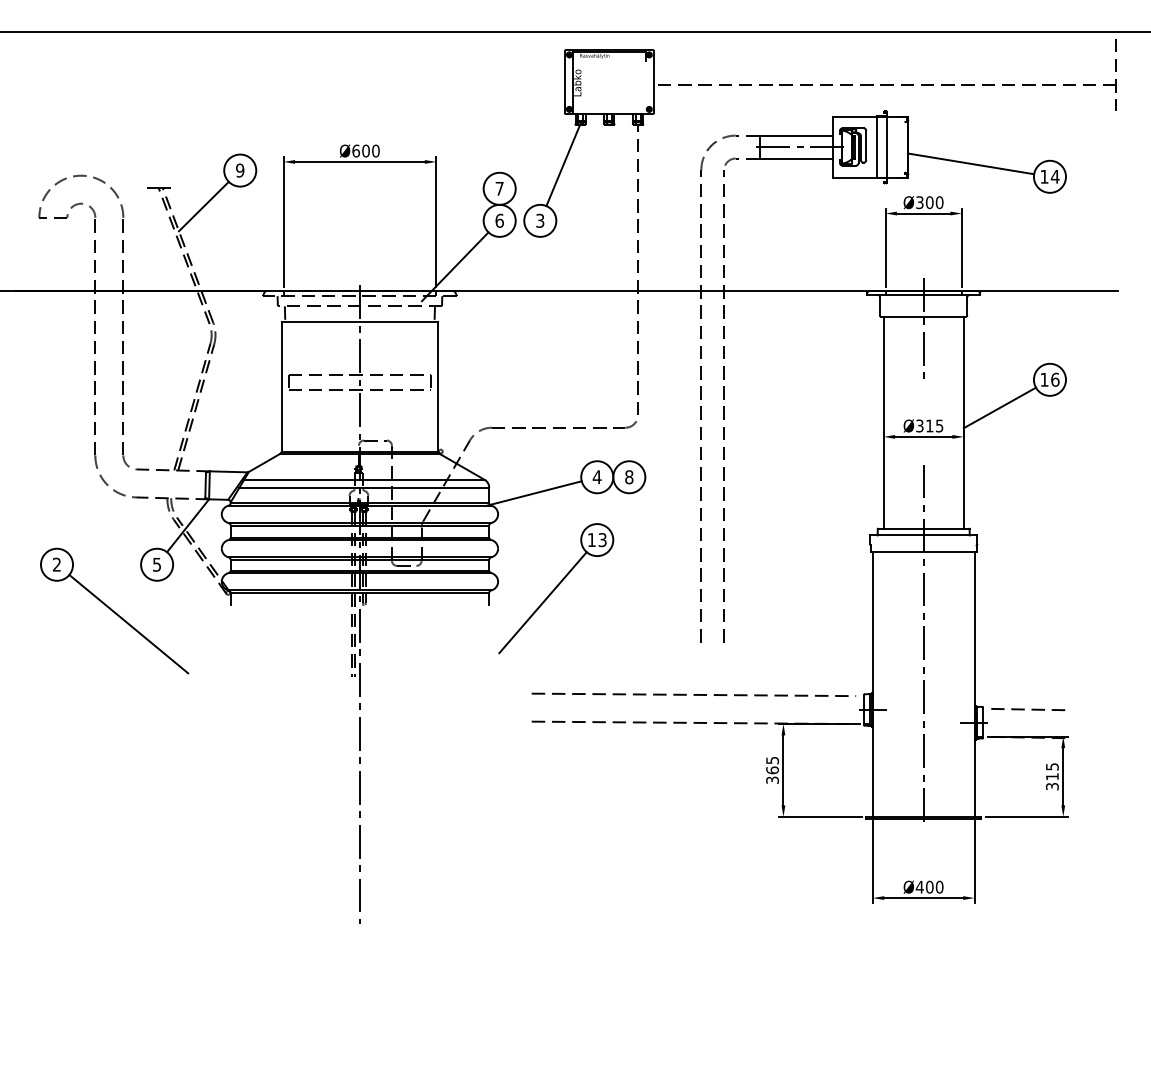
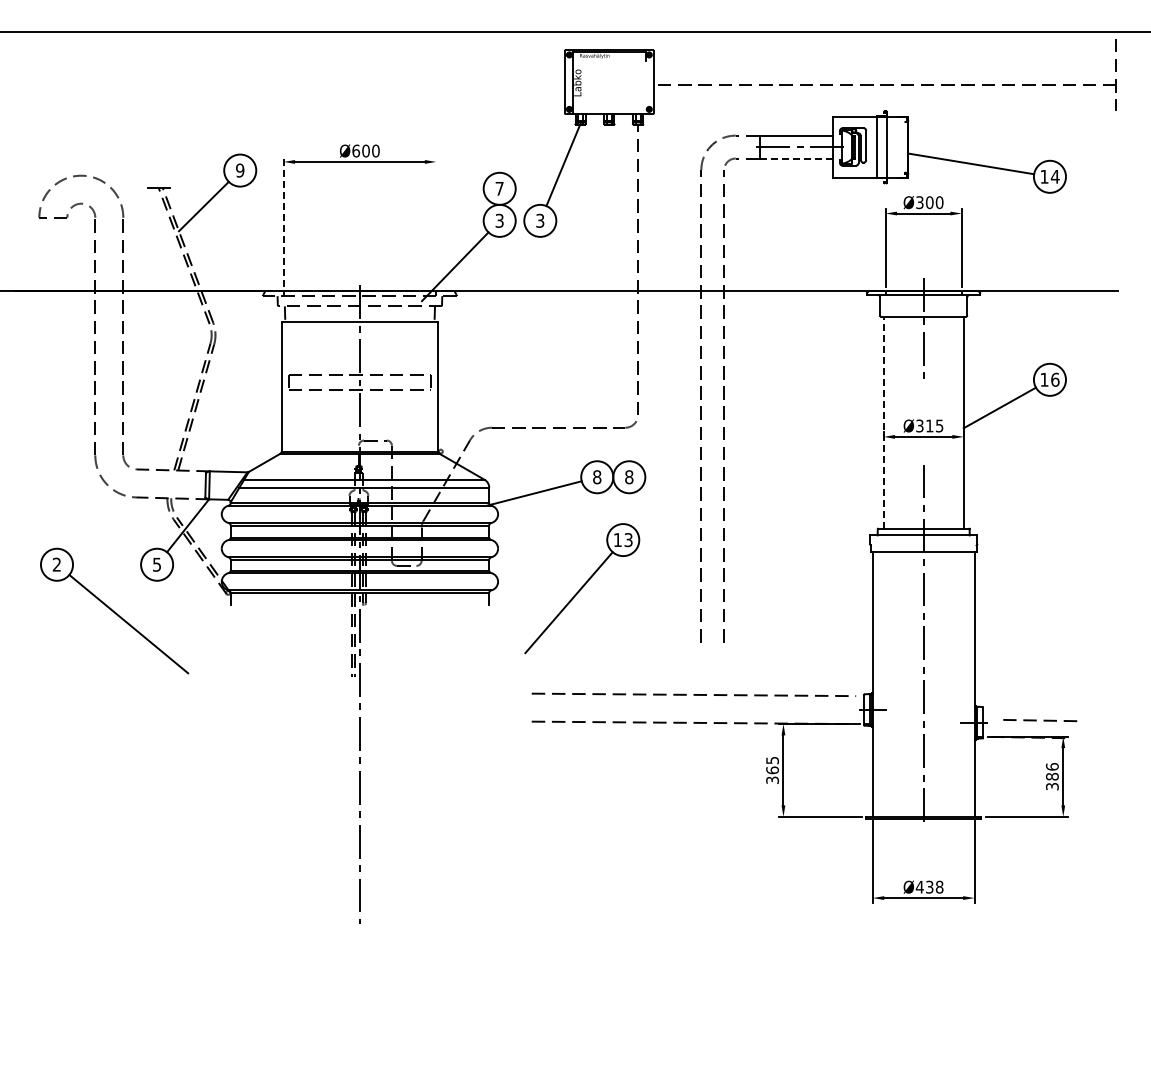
line at (796, 158): solid -> dashed
text at (499, 220): 6 -> 3
line at (283, 221): solid -> dashed
line at (436, 221): present -> none
line at (883, 422): solid -> dashed
text at (596, 477): 4 -> 8
part at (556, 588) position: (556, 588) -> (582, 588)
line at (1031, 709) position: (1031, 709) -> (1043, 720)
text at (1052, 771): 315 -> 386
text at (934, 886): Ø400 -> Ø438
